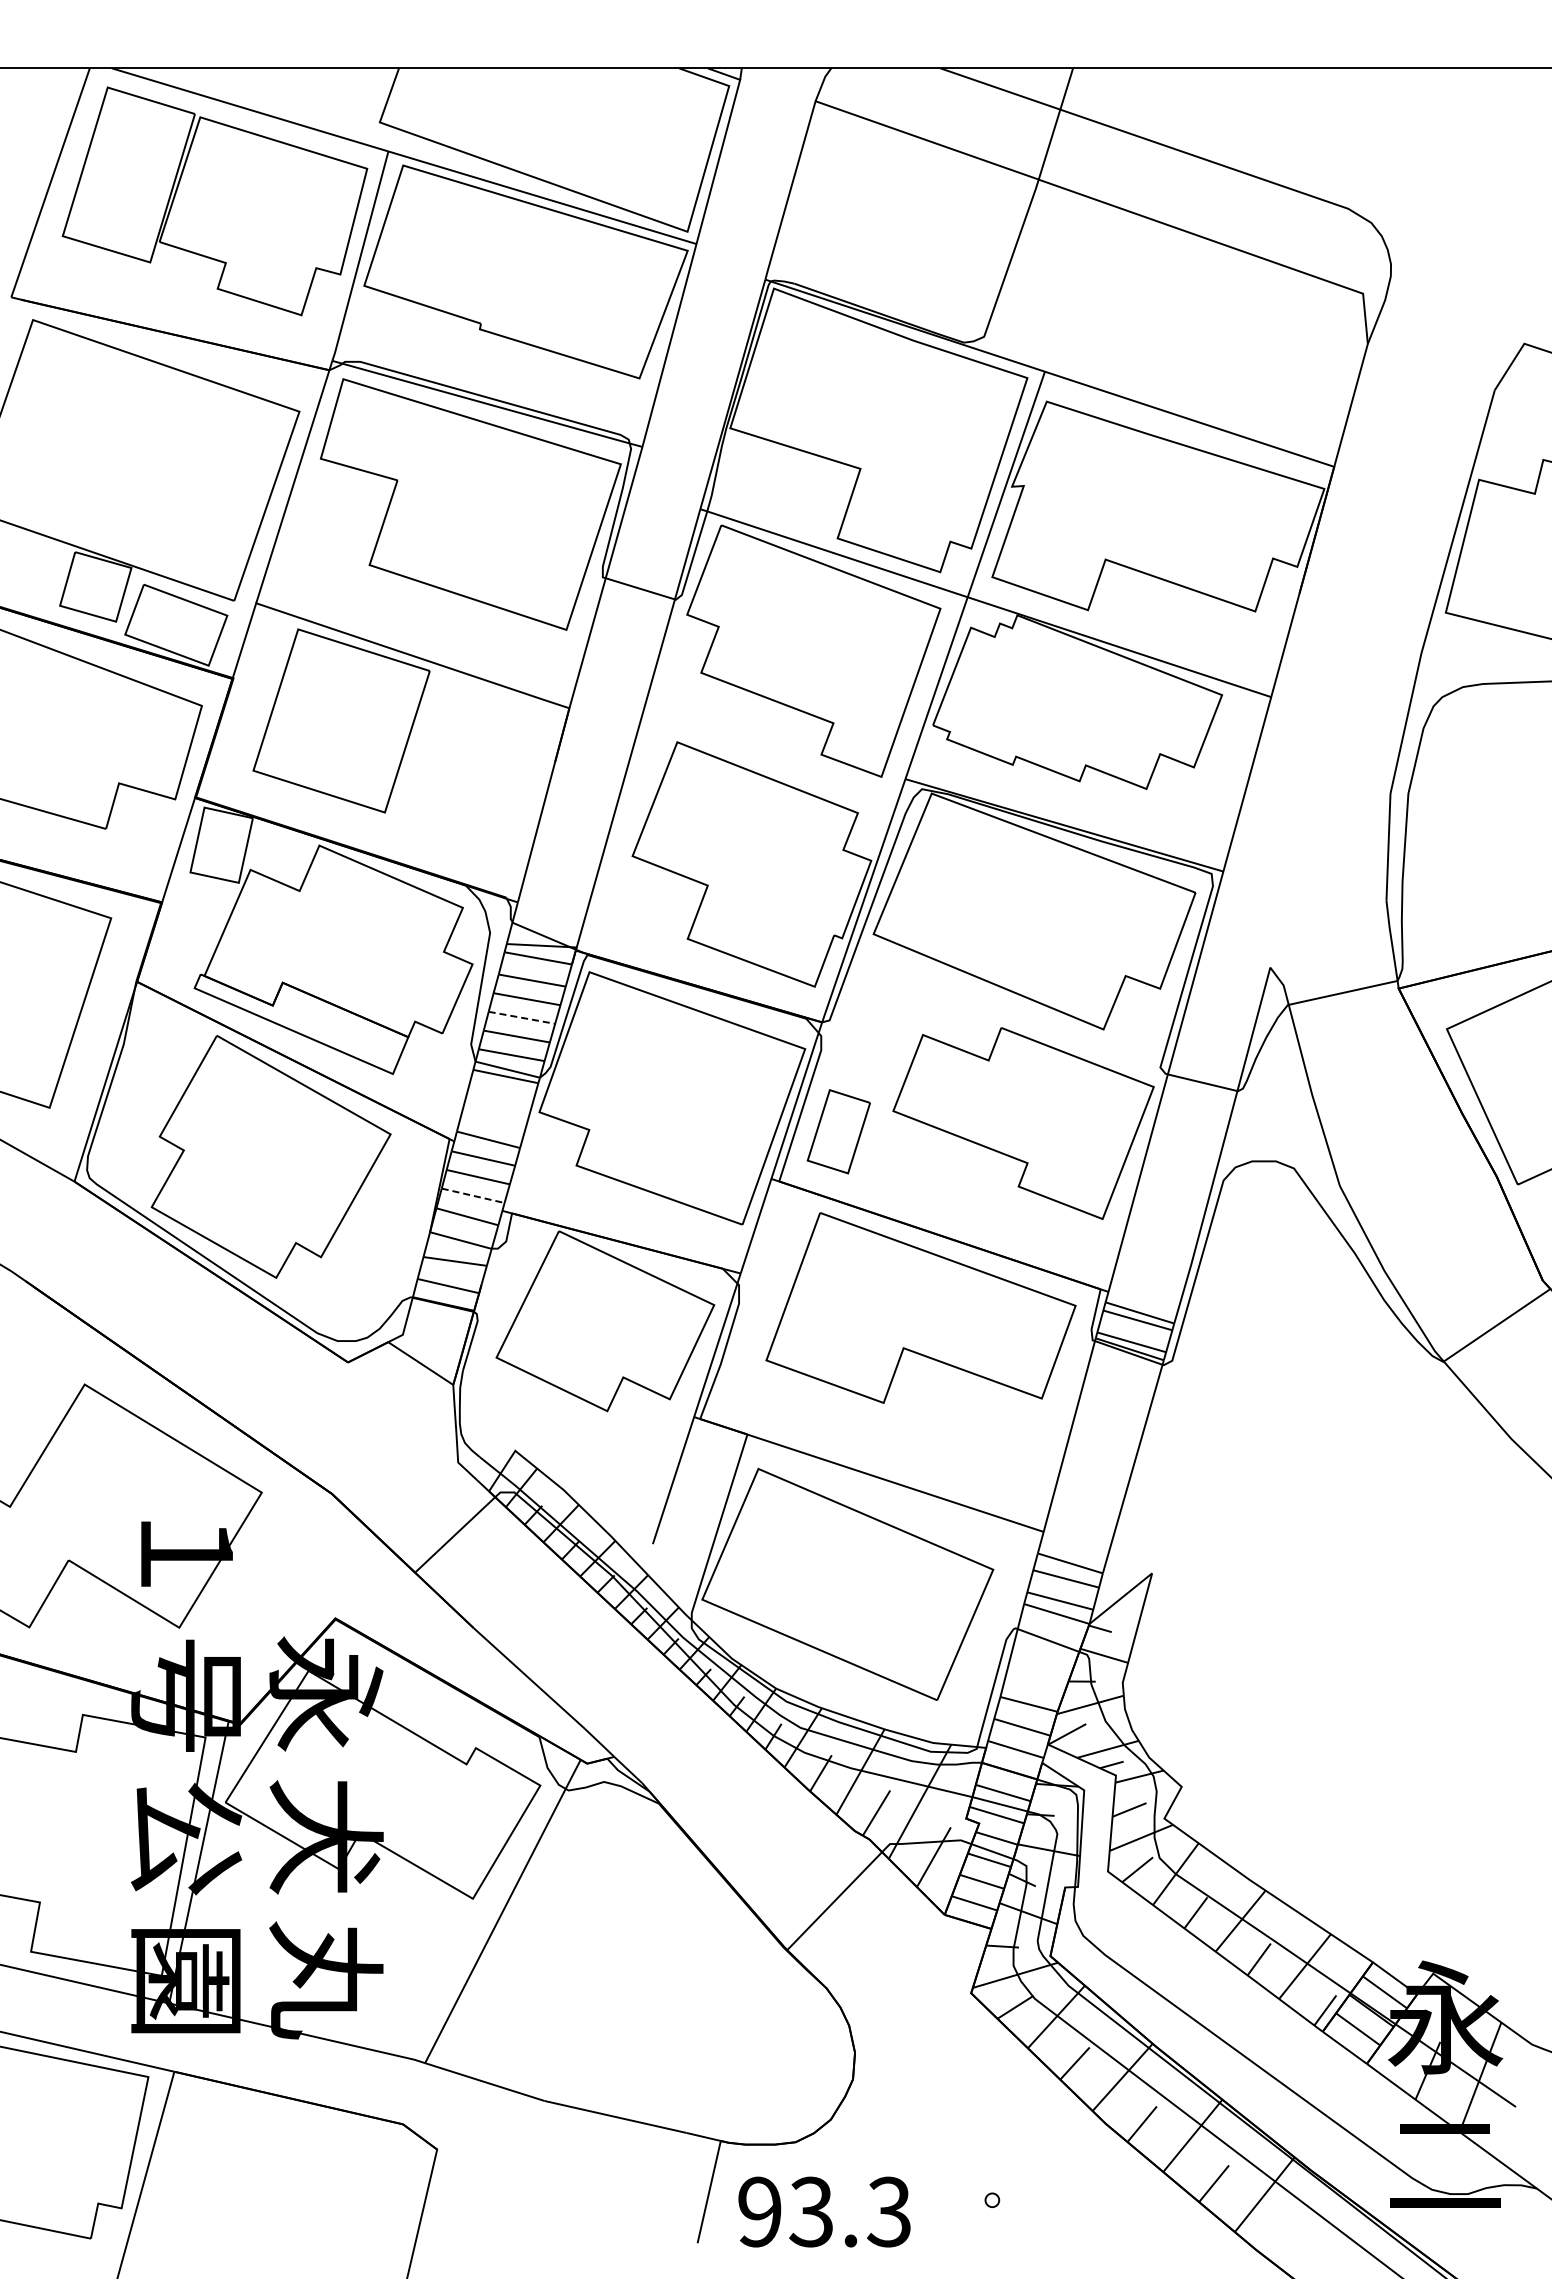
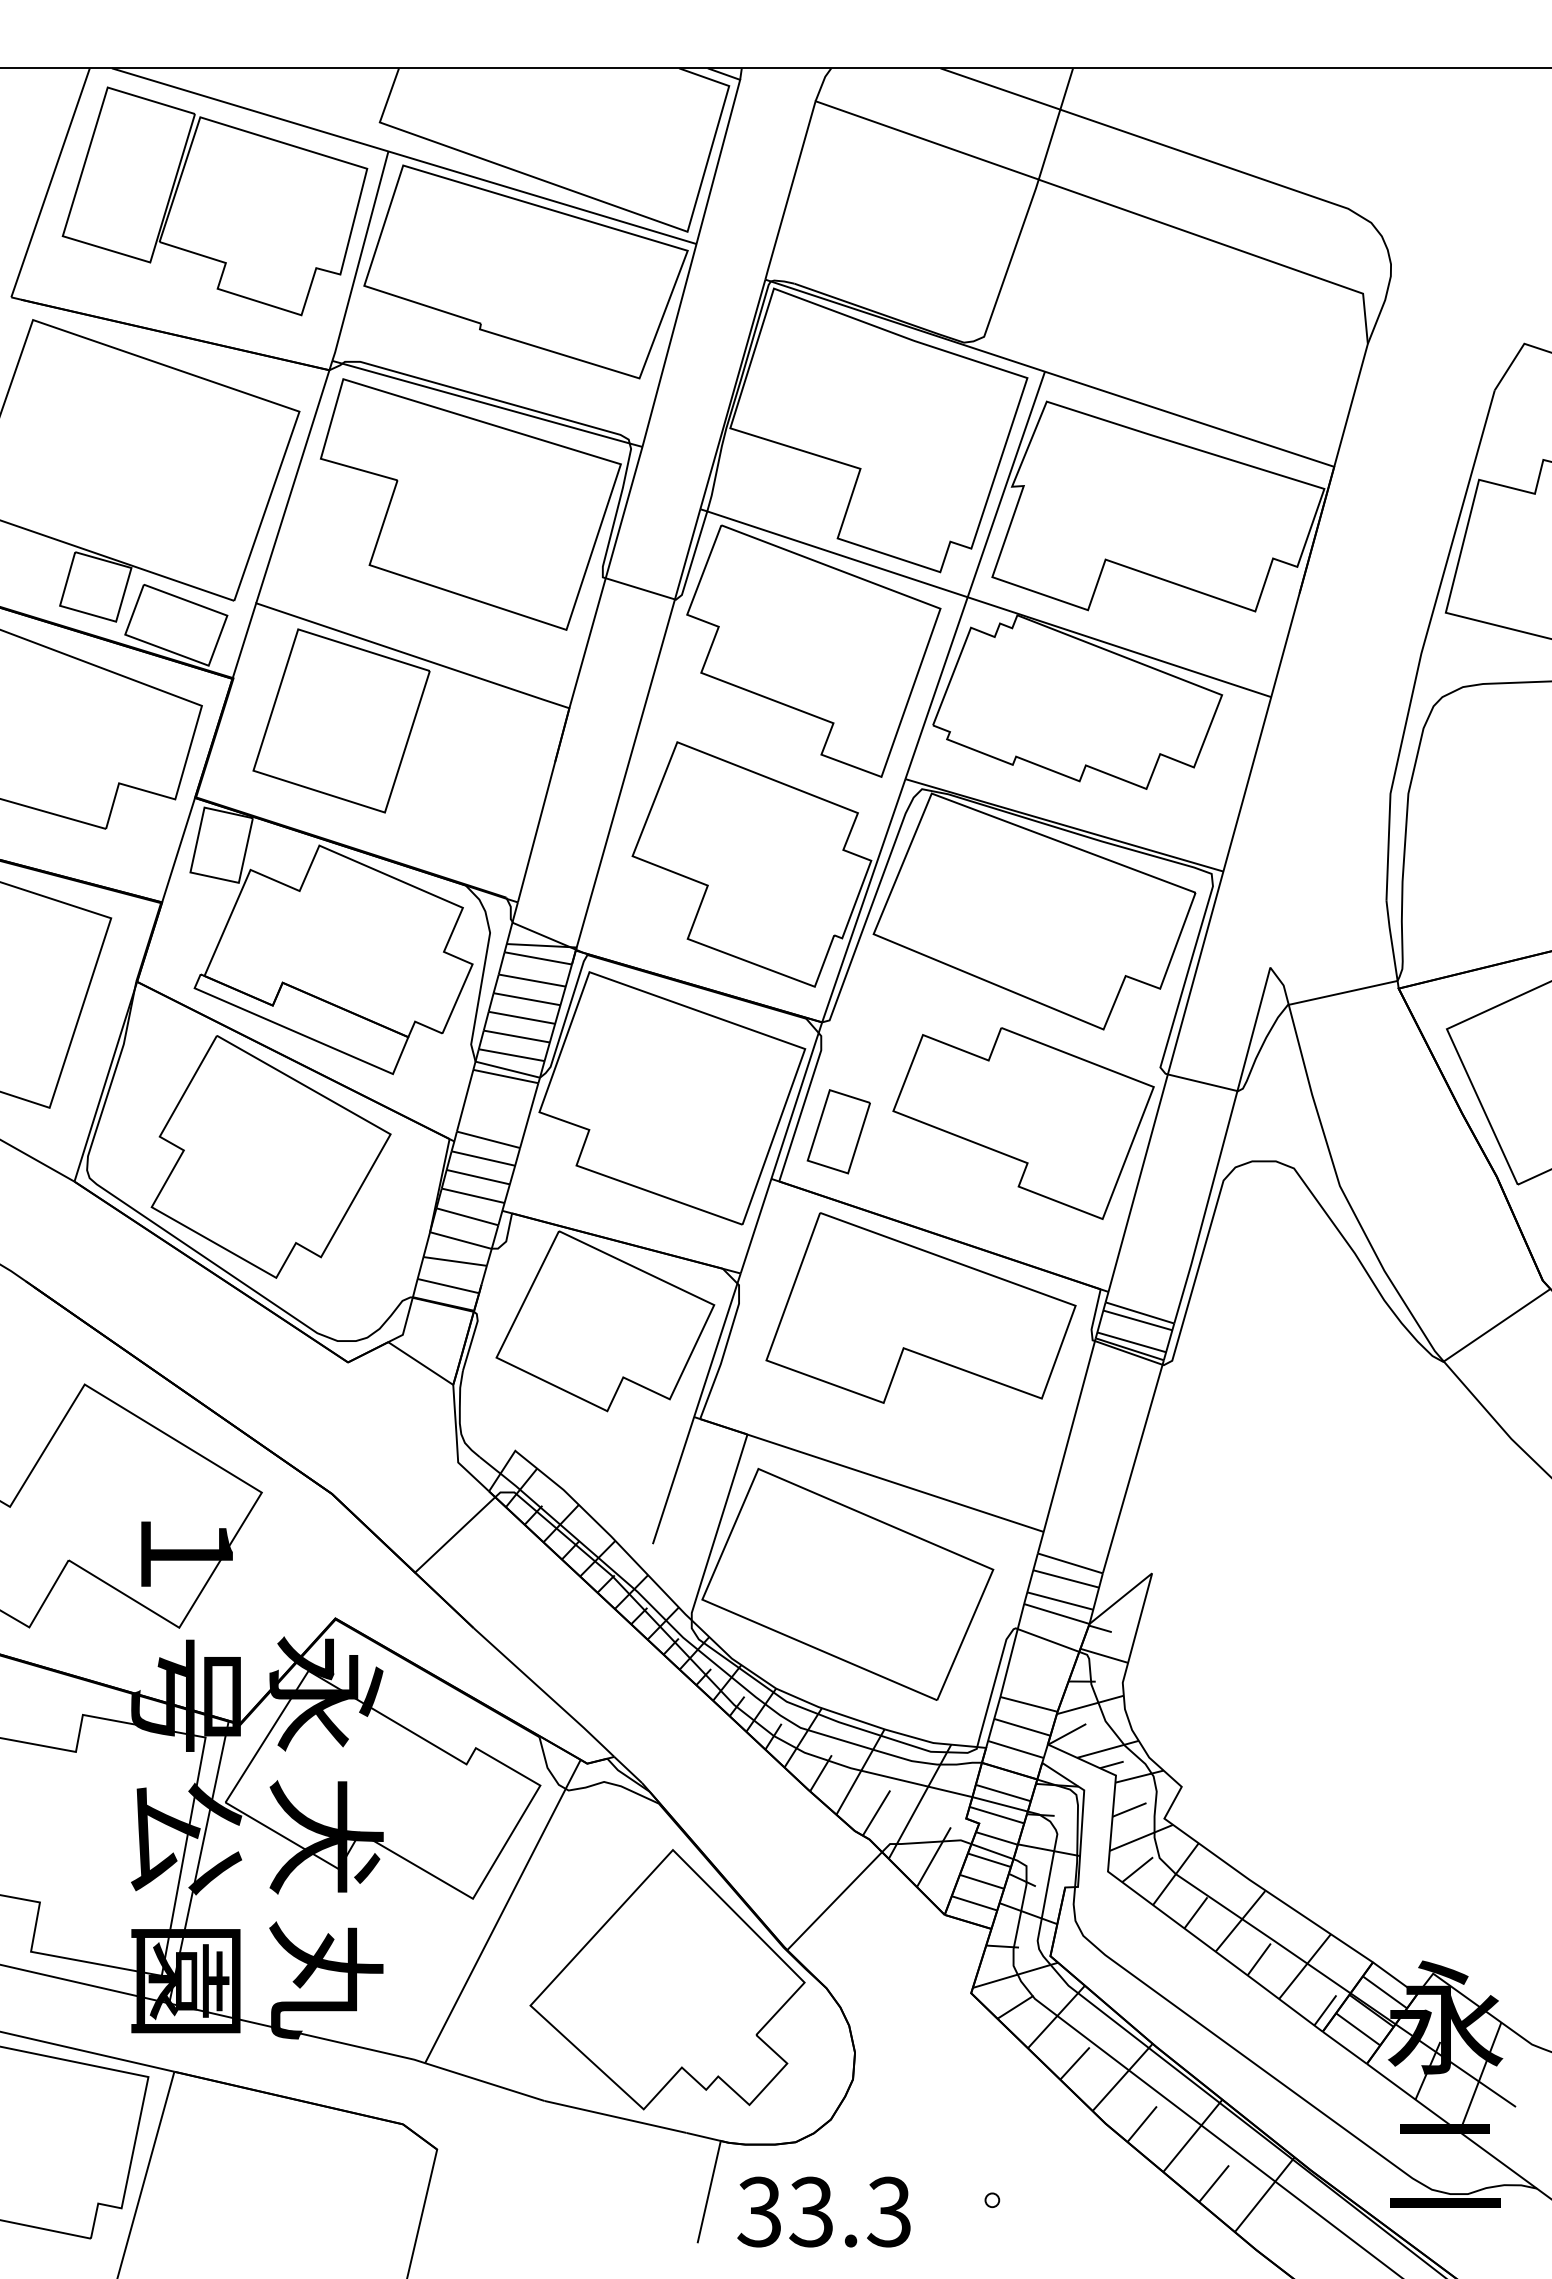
line at (521, 1017): dashed -> solid
line at (473, 1195): dashed -> solid
part at (667, 1979): none -> present
text at (759, 2211): 93.3 -> 33.3
